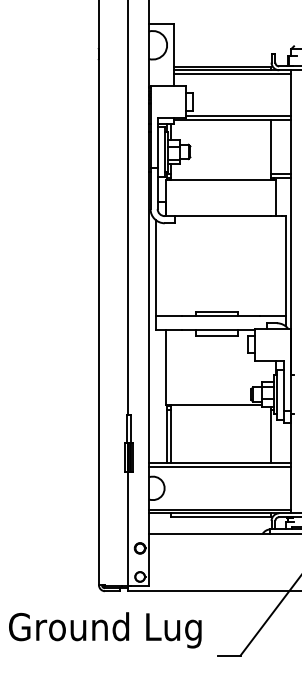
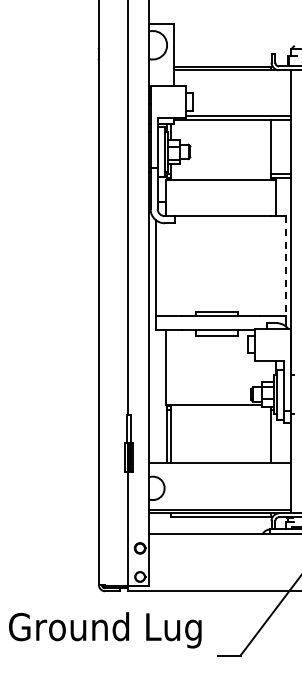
line at (232, 74): present -> none
line at (285, 266): solid -> dashed
line at (219, 467): present -> none
